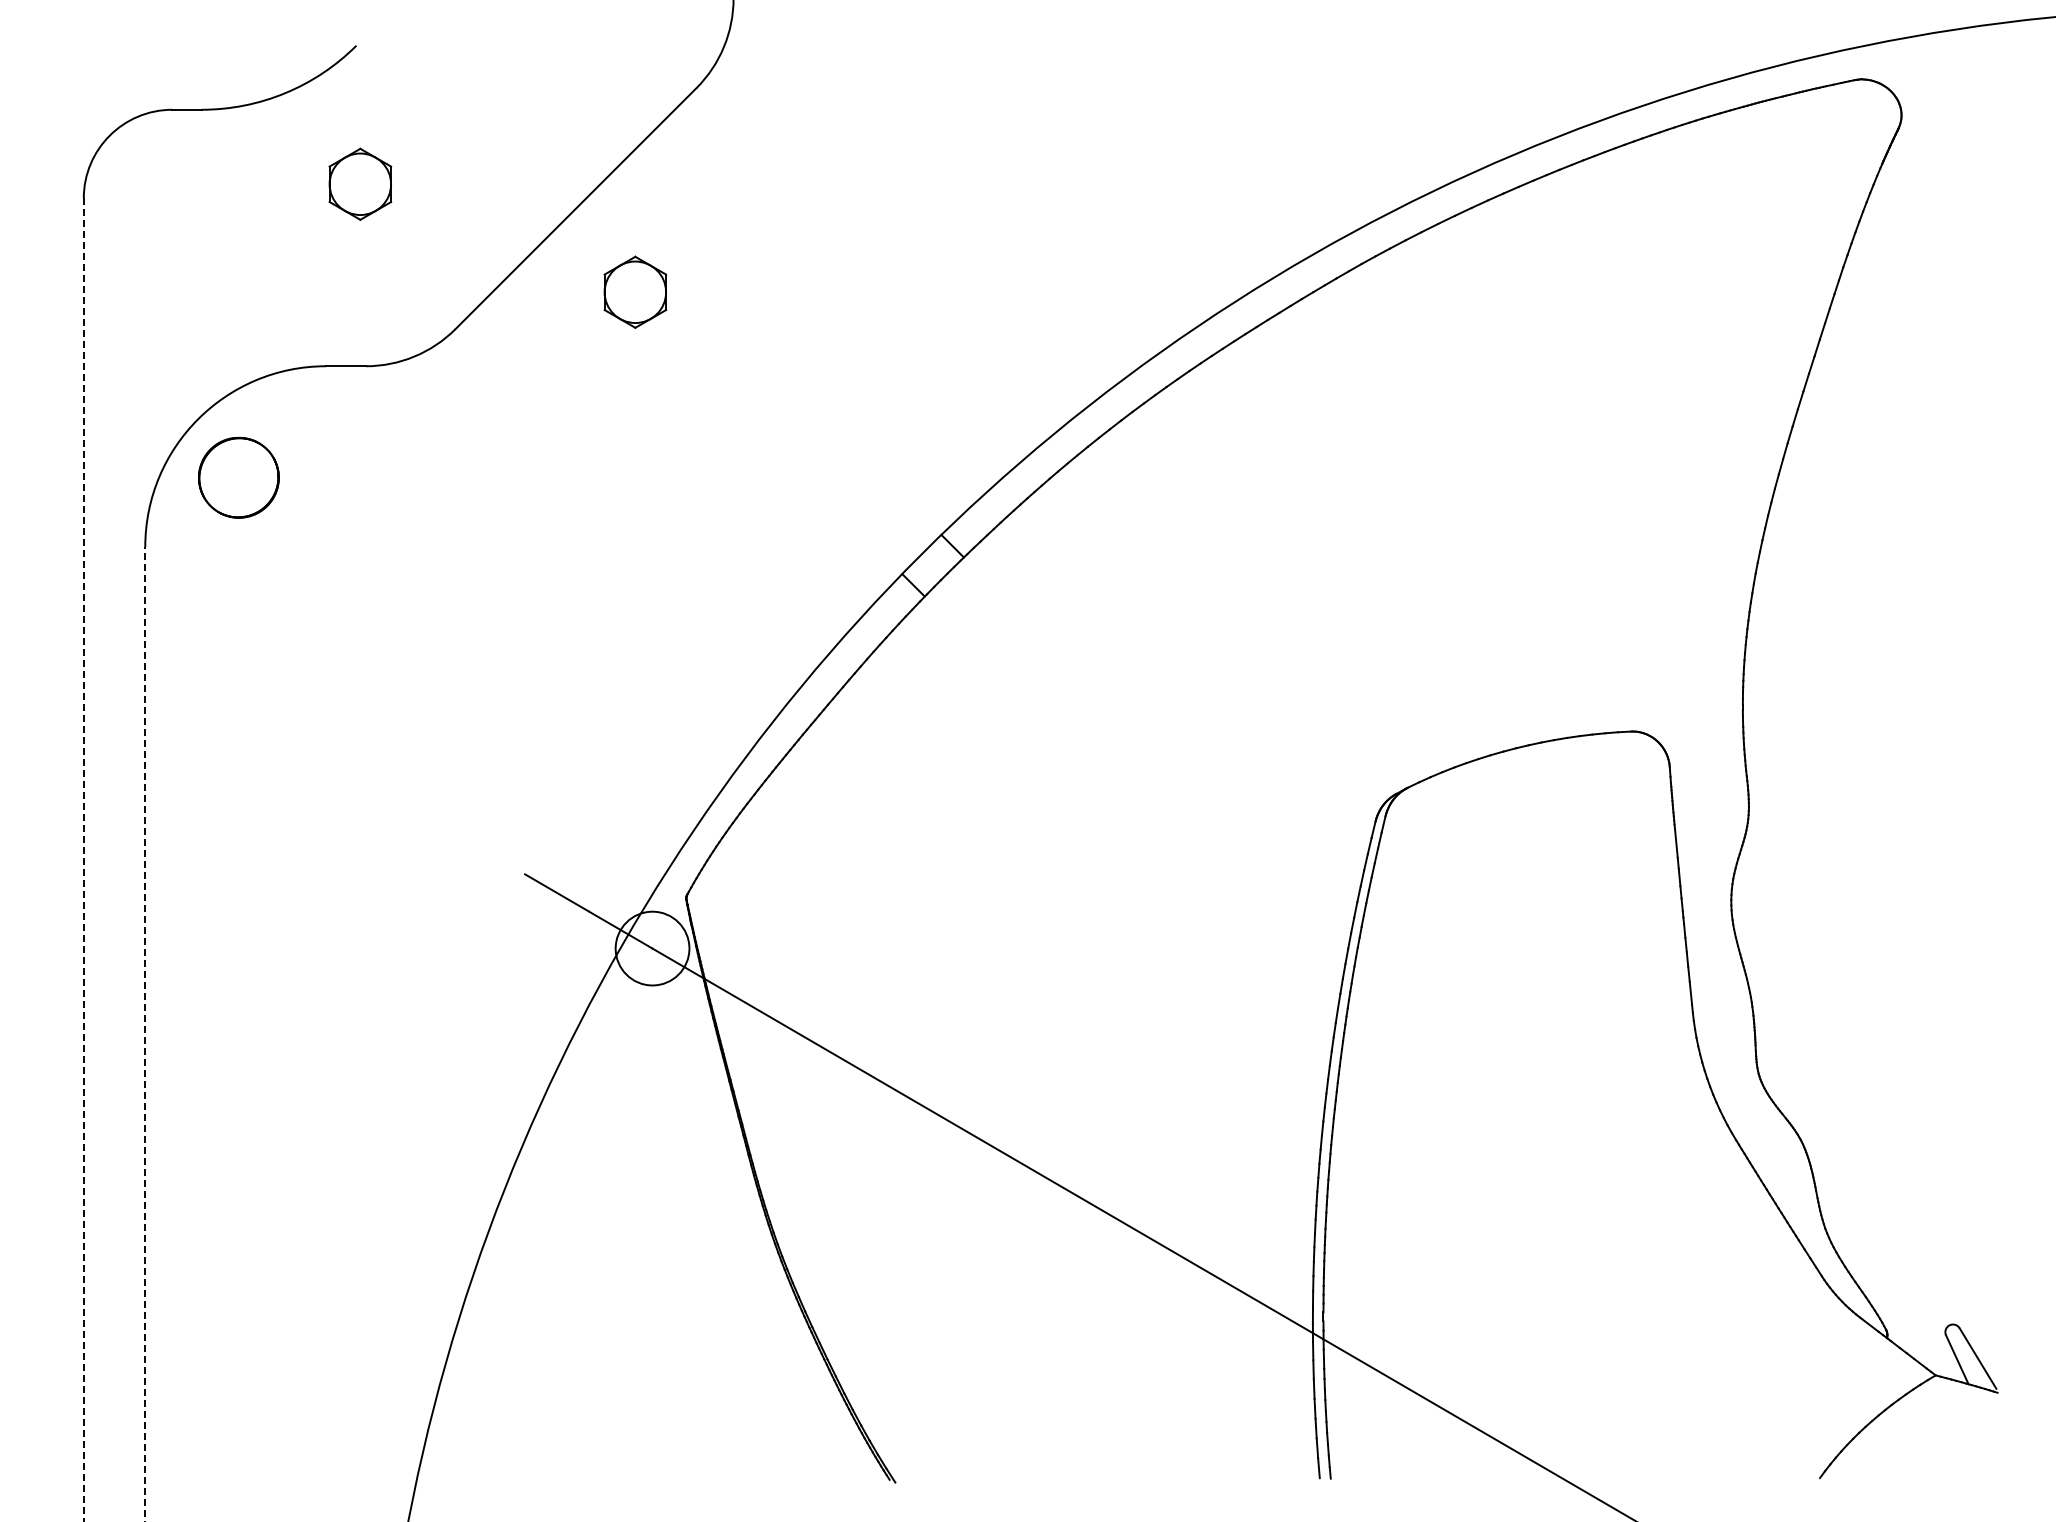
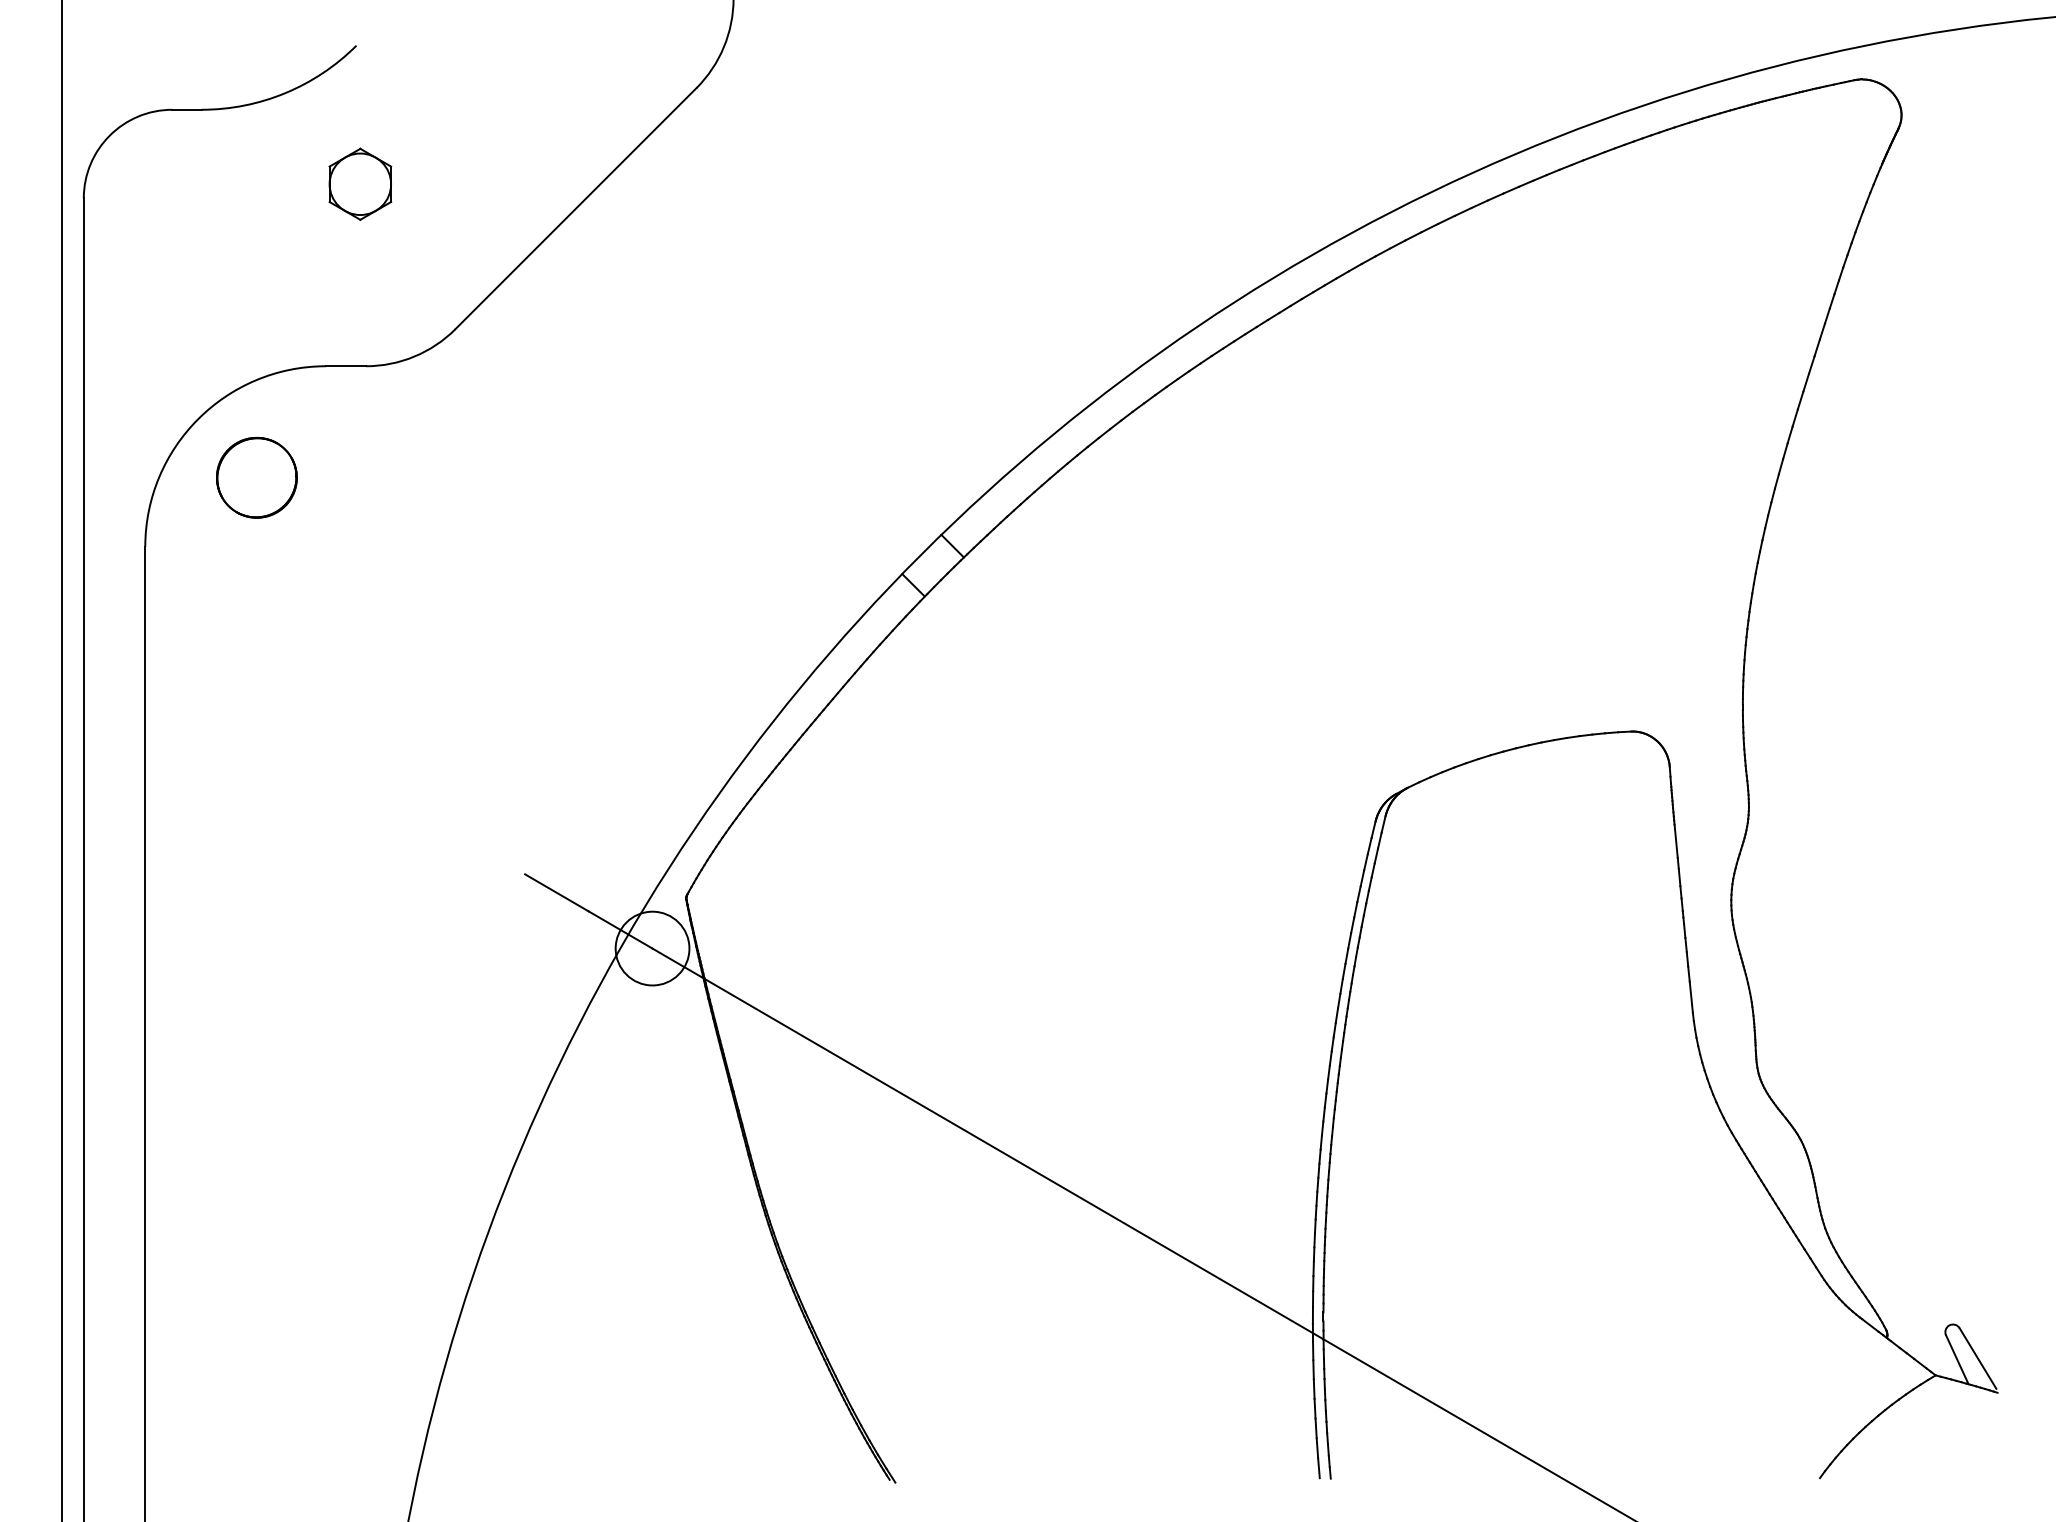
part at (635, 291): present -> none
part at (238, 477) position: (238, 477) -> (256, 477)
line at (61, 760): none -> present
line at (83, 860): dashed -> solid
line at (145, 1033): dashed -> solid
